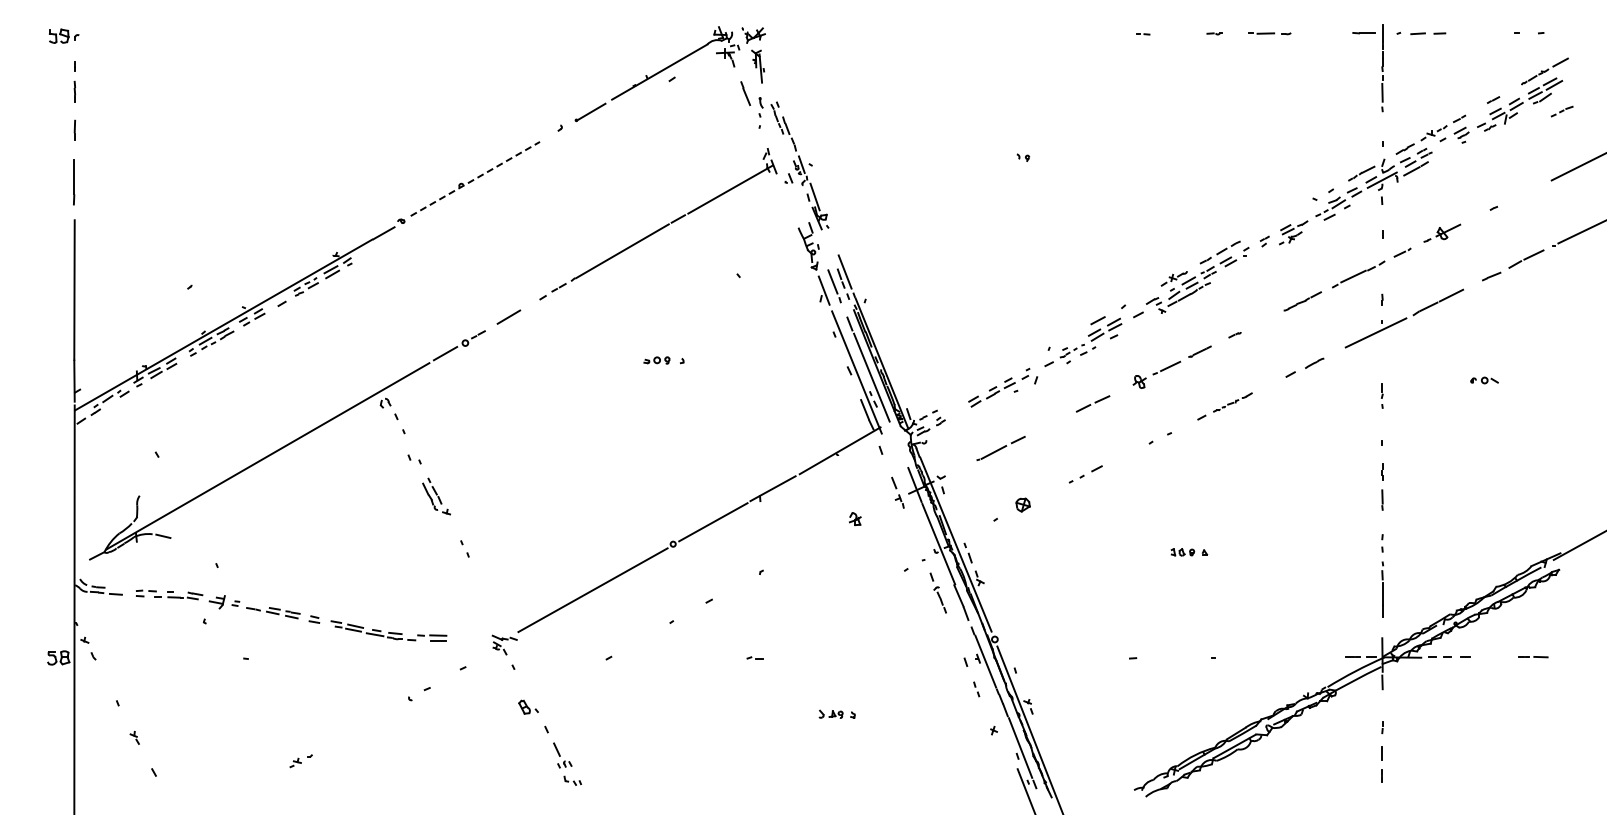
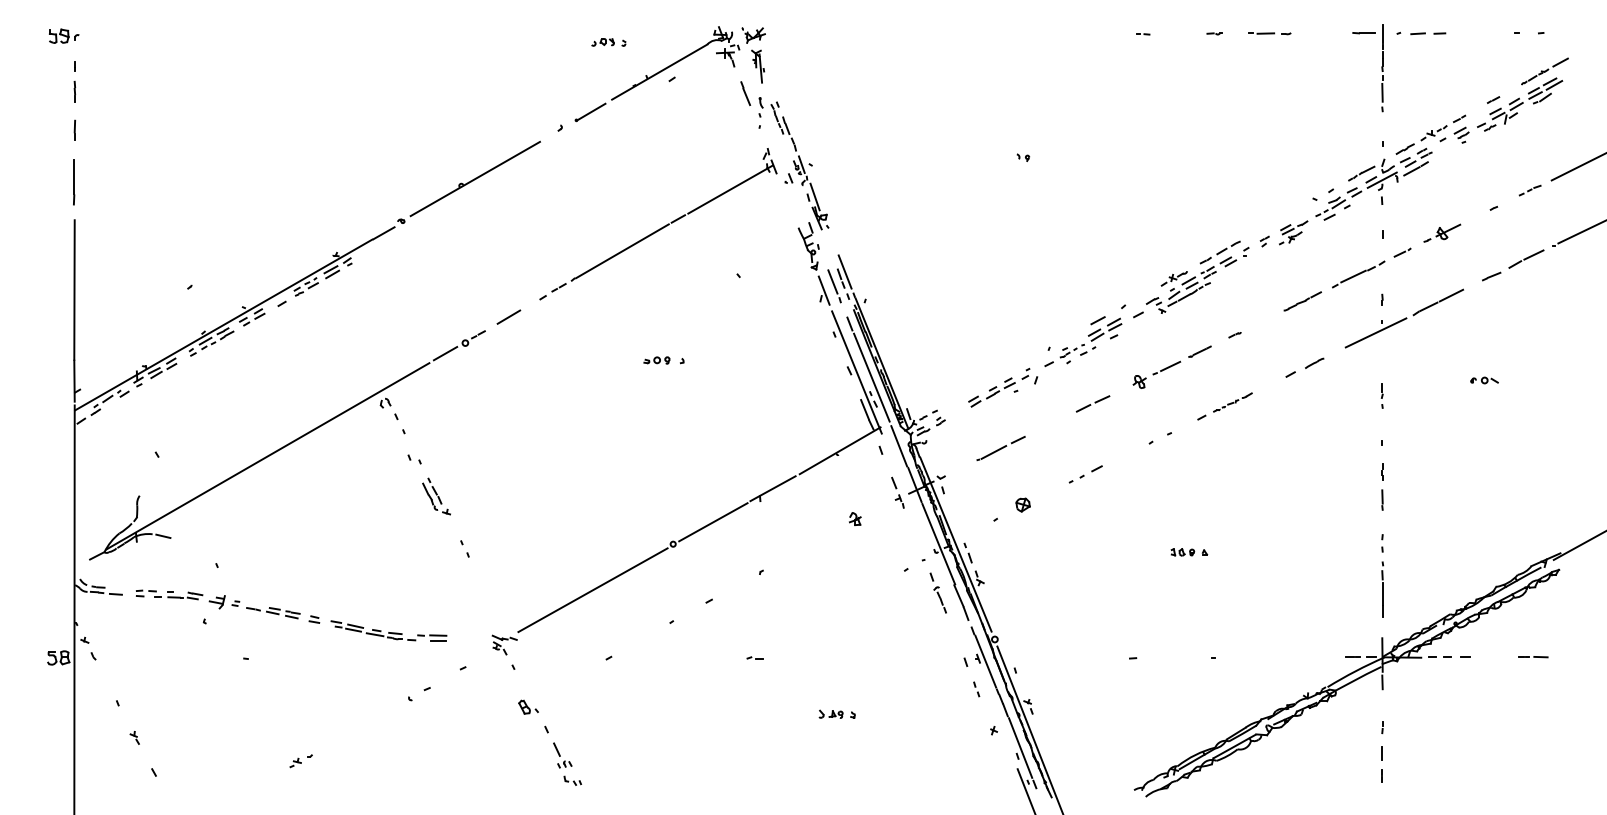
part at (608, 42): none -> present
part at (1561, 111) position: (1561, 111) -> (1529, 190)
line at (475, 179): dashed -> solid
line at (899, 446): none -> present
